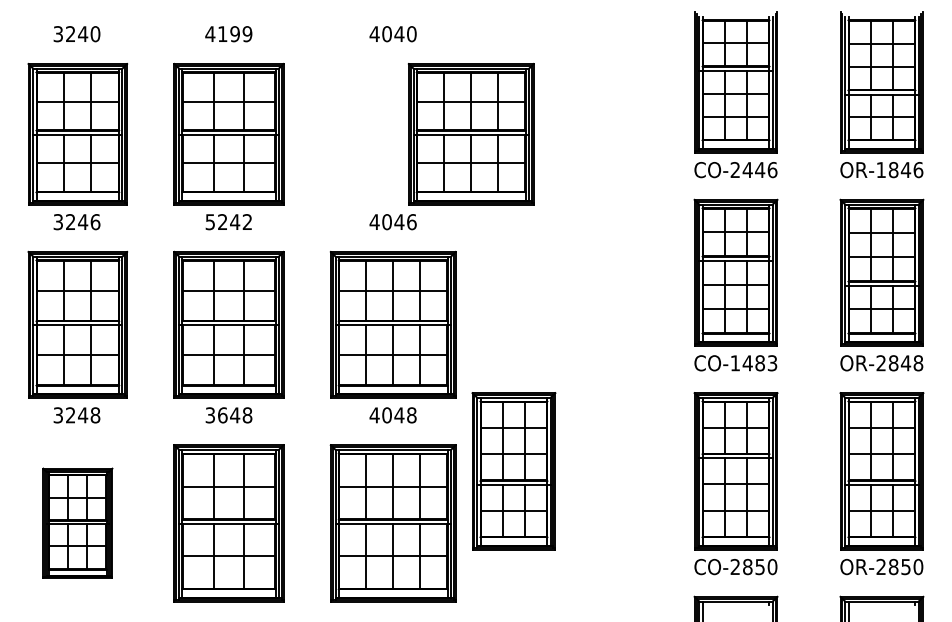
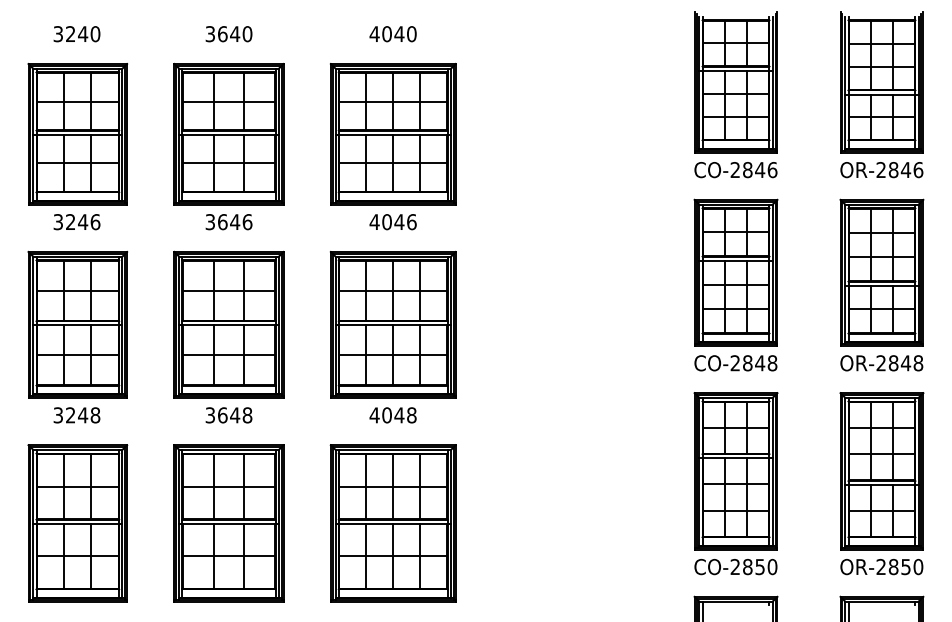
text at (228, 34): 4199 -> 3640
part at (470, 134) position: (470, 134) -> (392, 134)
text at (880, 169): OR-1846 -> OR-2846
text at (747, 170): CO-2446 -> CO-2846
text at (229, 222): 5242 -> 3646
text at (753, 363): CO-1483 -> CO-2848
part at (513, 471): present -> none
part at (77, 522) size: 72x112 px -> 102x159 px
